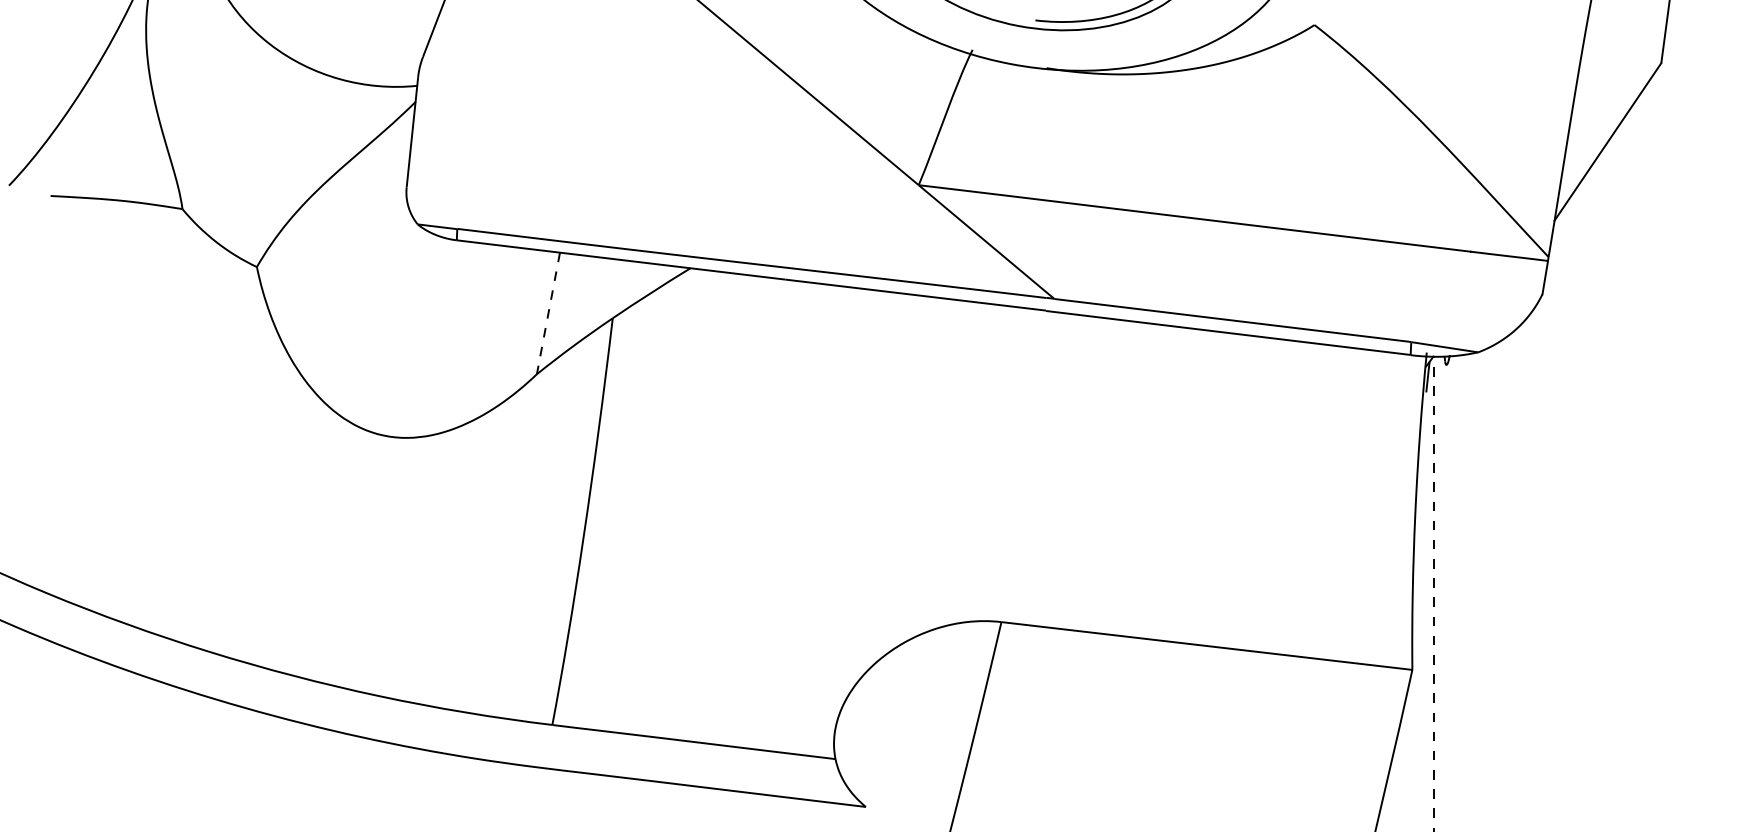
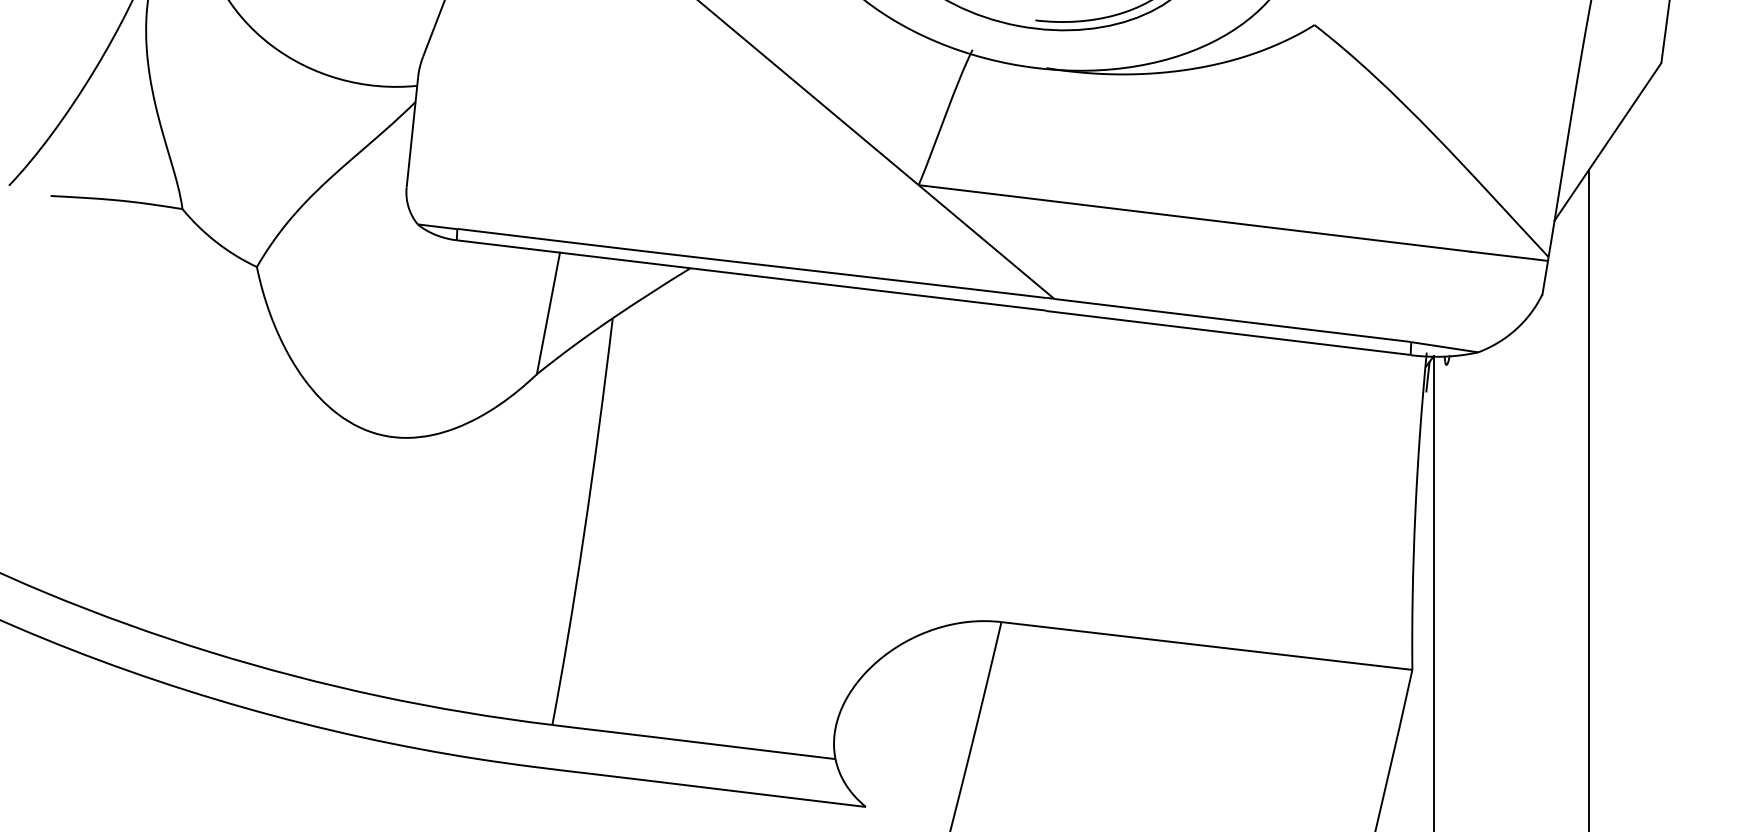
line at (548, 313): dashed -> solid
line at (1589, 498): none -> present
line at (1433, 593): dashed -> solid
